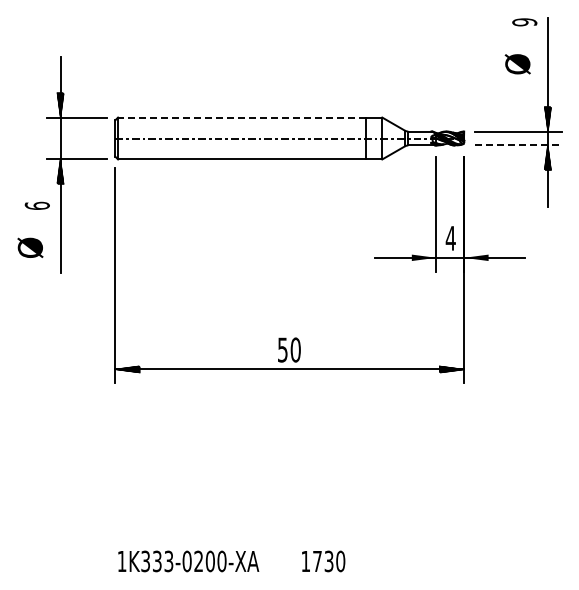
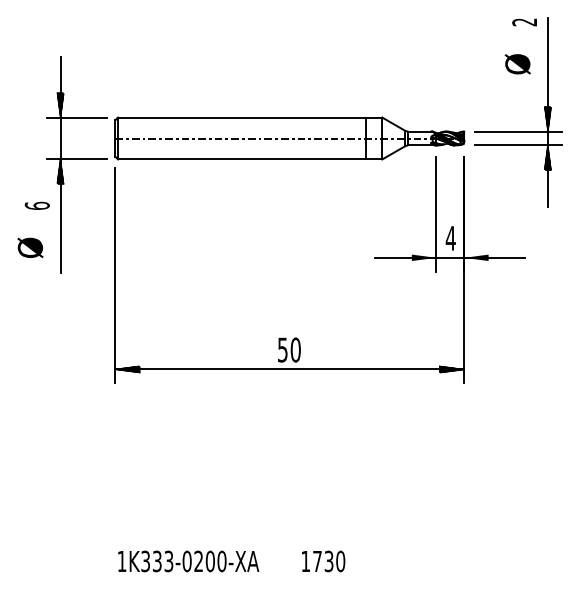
text at (524, 22): 9 -> 2
line at (241, 117): dashed -> solid
line at (519, 145): dashed -> solid
